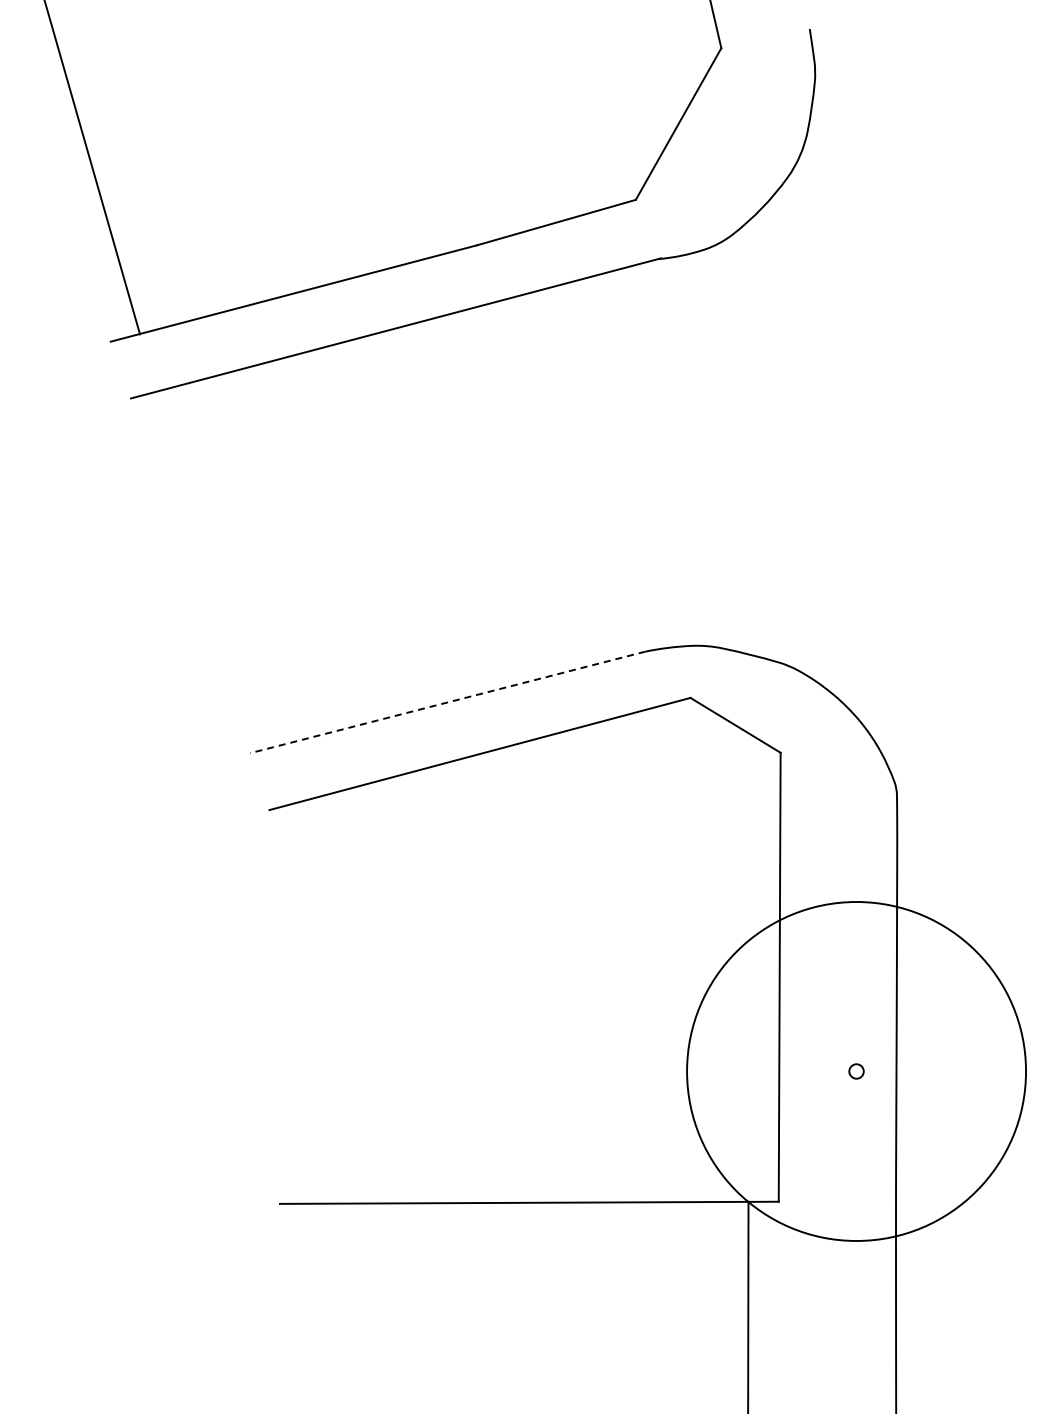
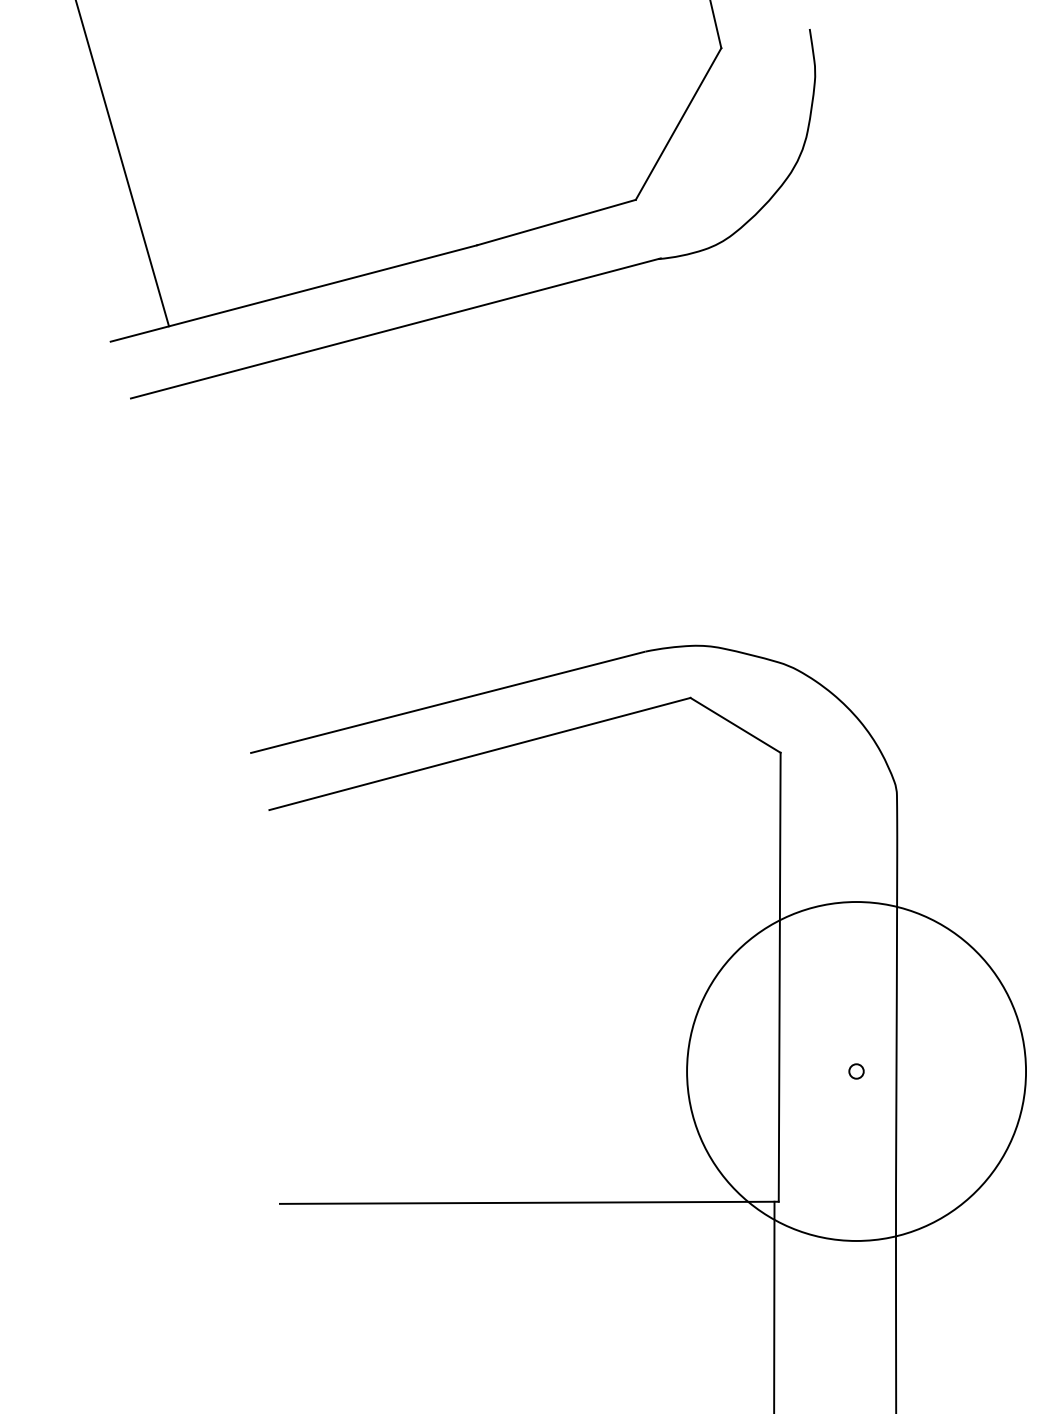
line at (92, 168) position: (92, 168) -> (122, 164)
line at (447, 702): dashed -> solid
line at (748, 1305) position: (748, 1305) -> (774, 1305)
